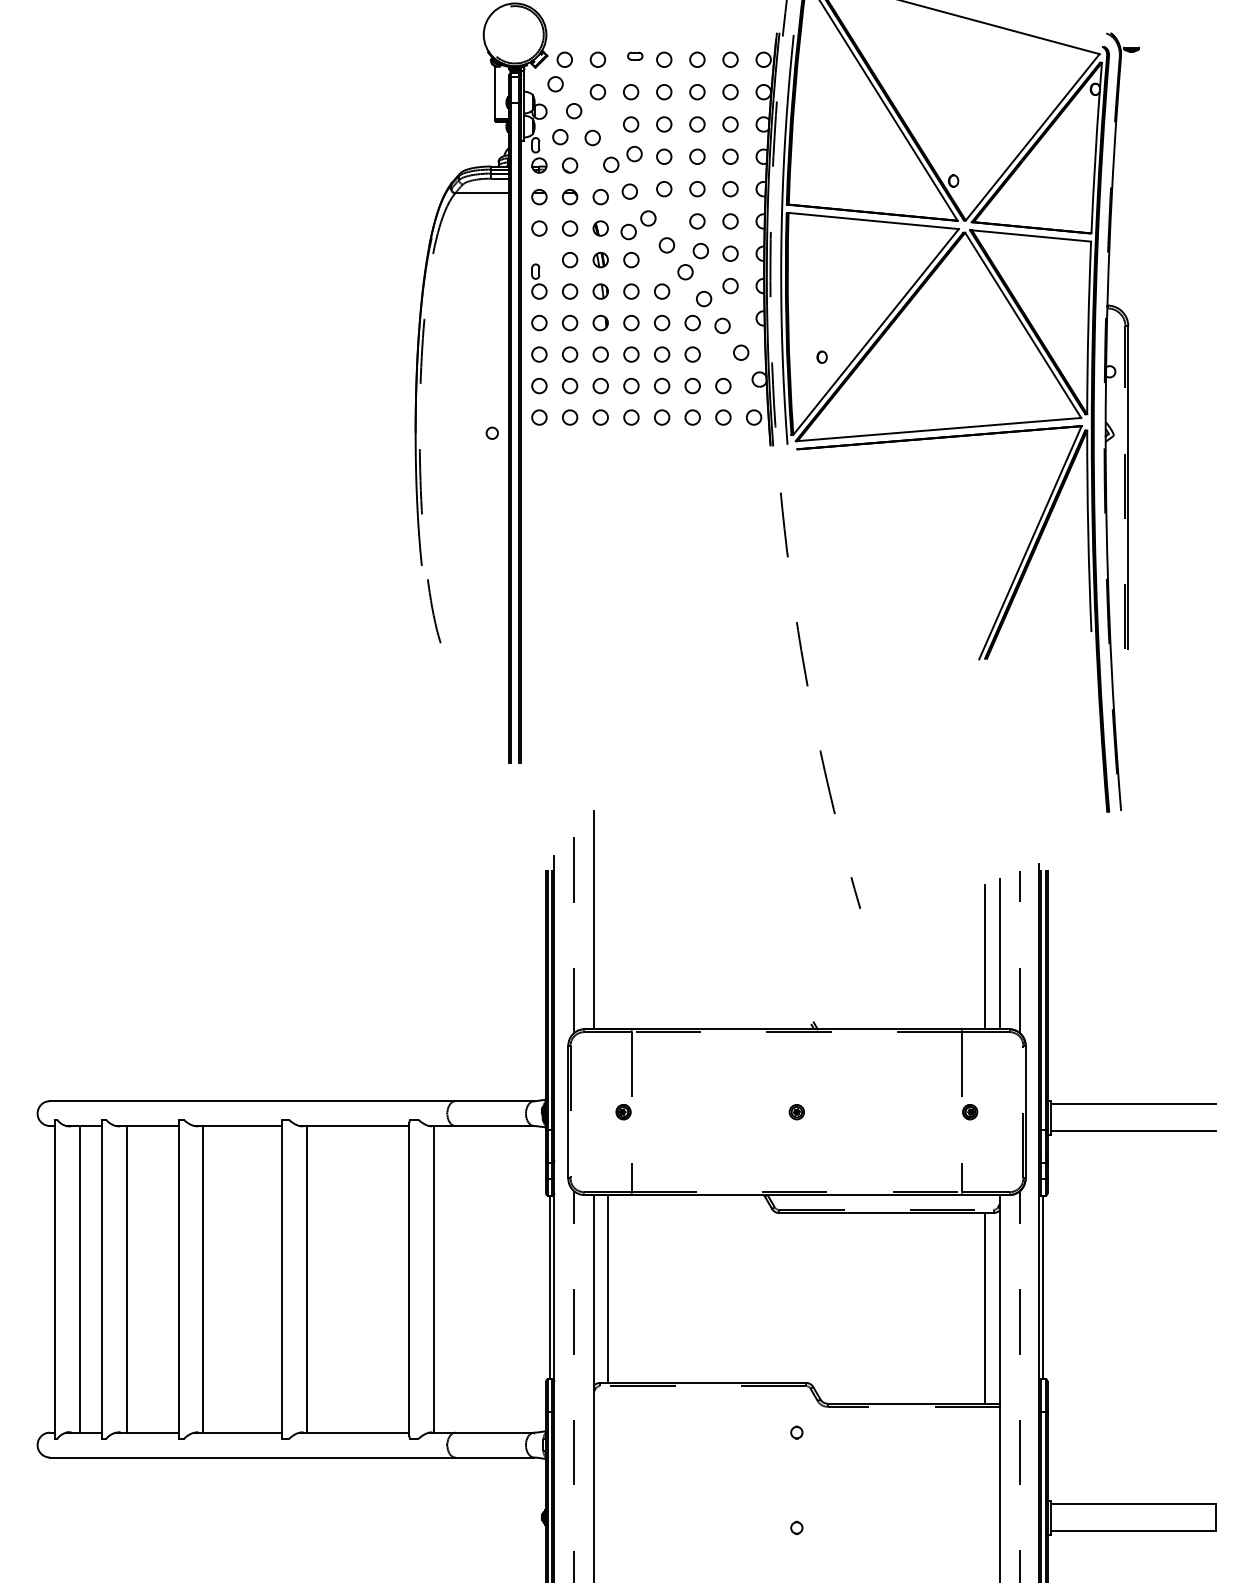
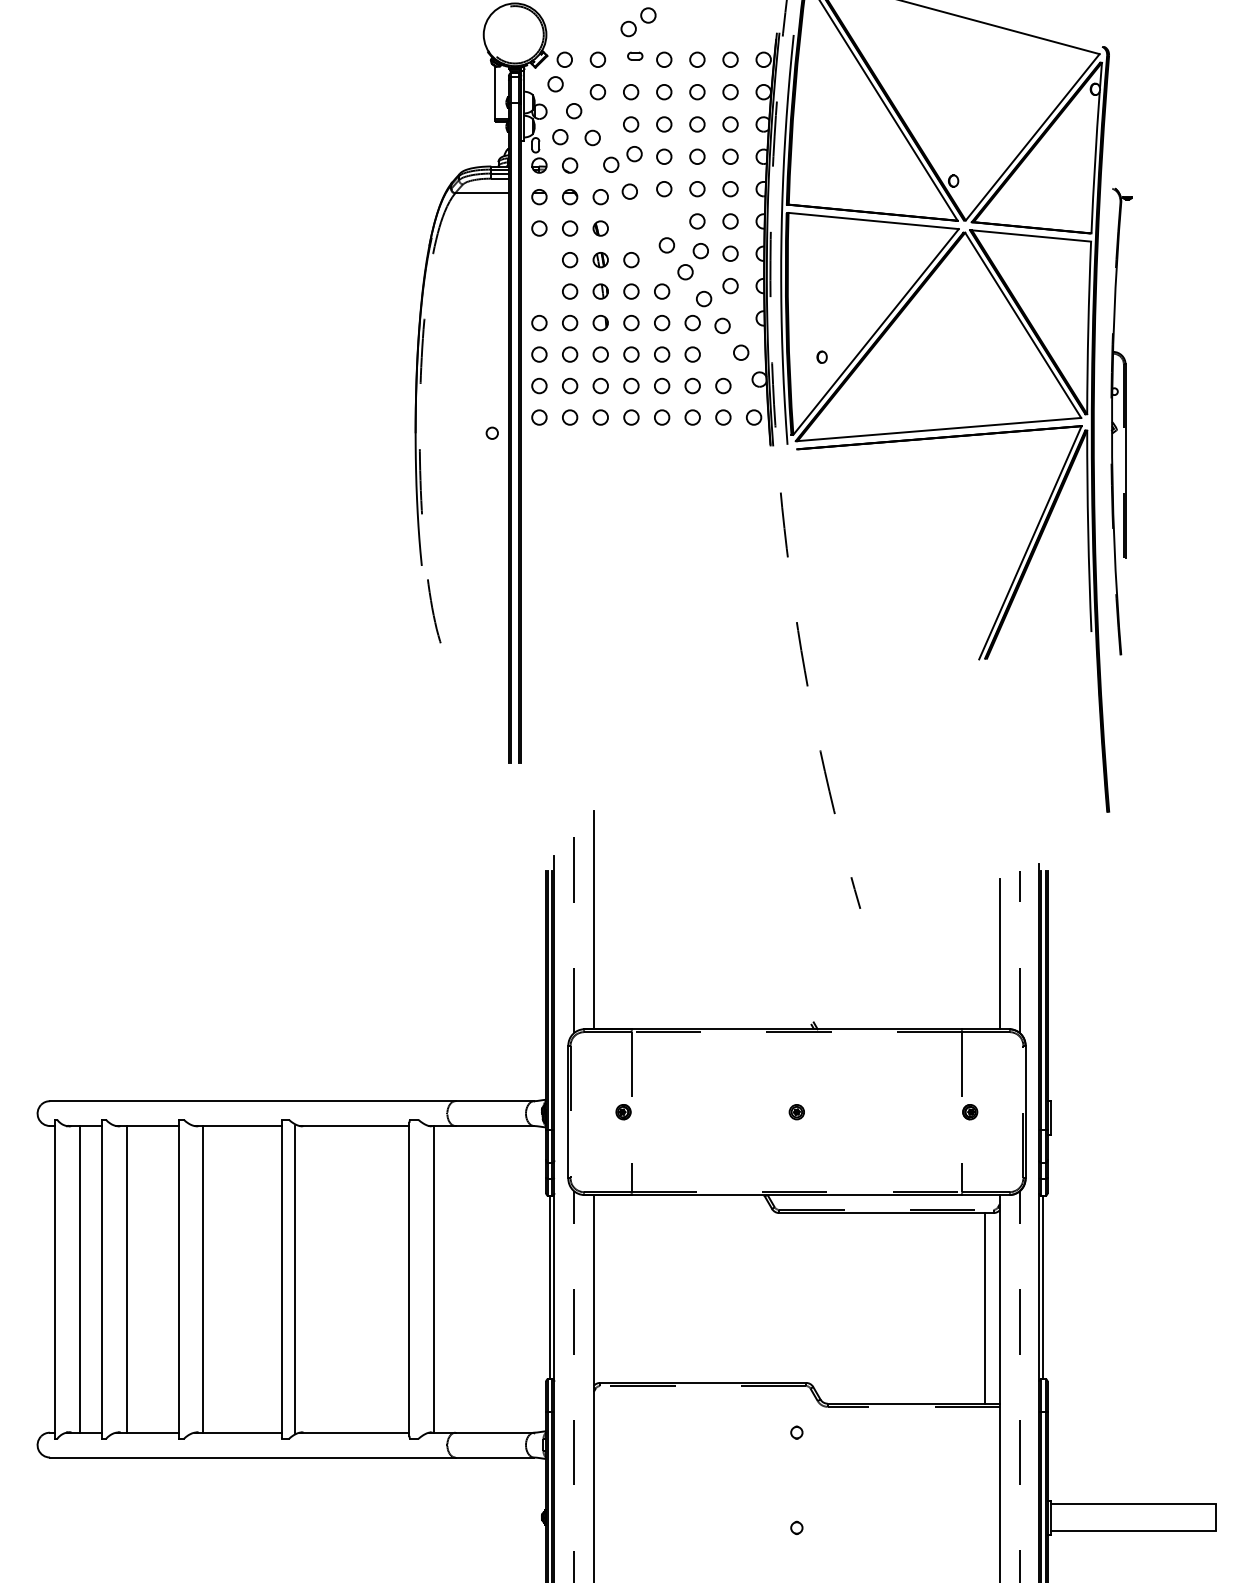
part at (638, 225) position: (638, 225) -> (638, 22)
part at (539, 281): present -> none
part at (1121, 421) size: 37x779 px -> 23x469 px
line at (985, 956): present -> none
line at (1133, 1103): present -> none
line at (1133, 1131): present -> none
line at (306, 1279) position: (306, 1279) -> (294, 1279)
line at (608, 1288): present -> none
